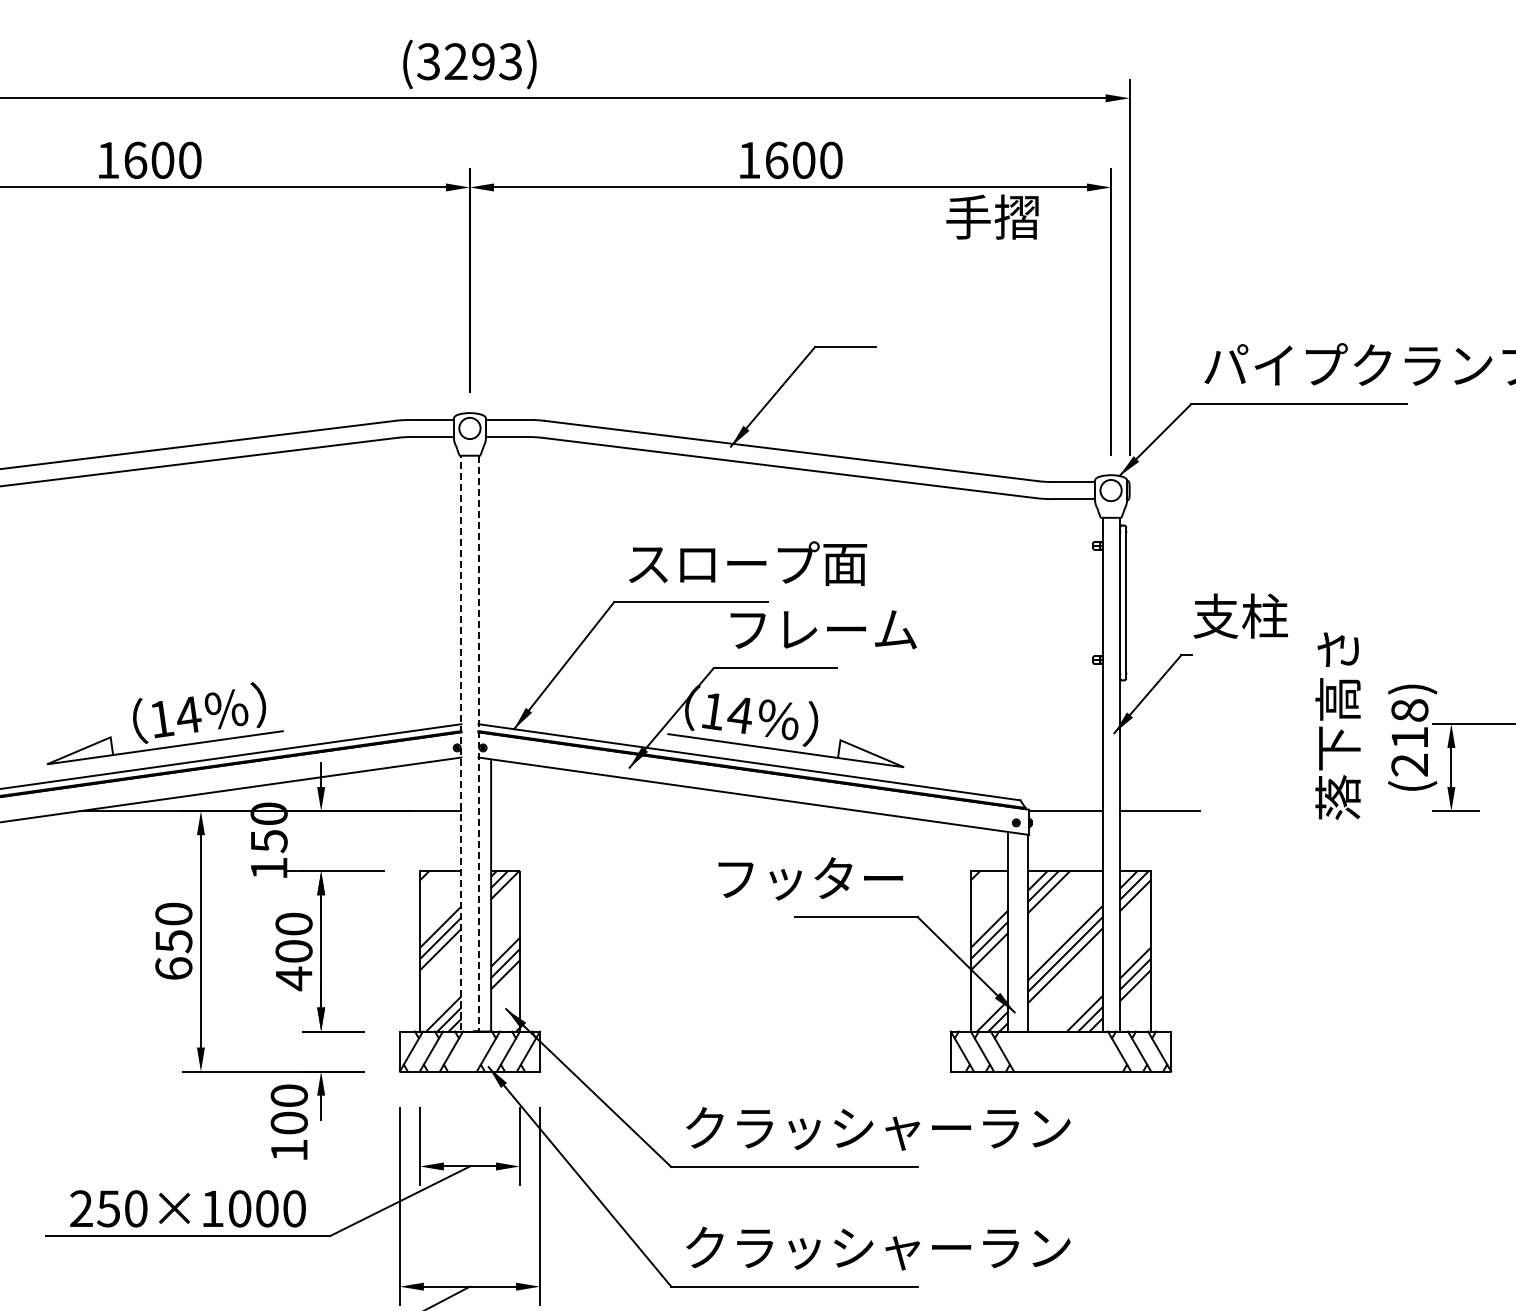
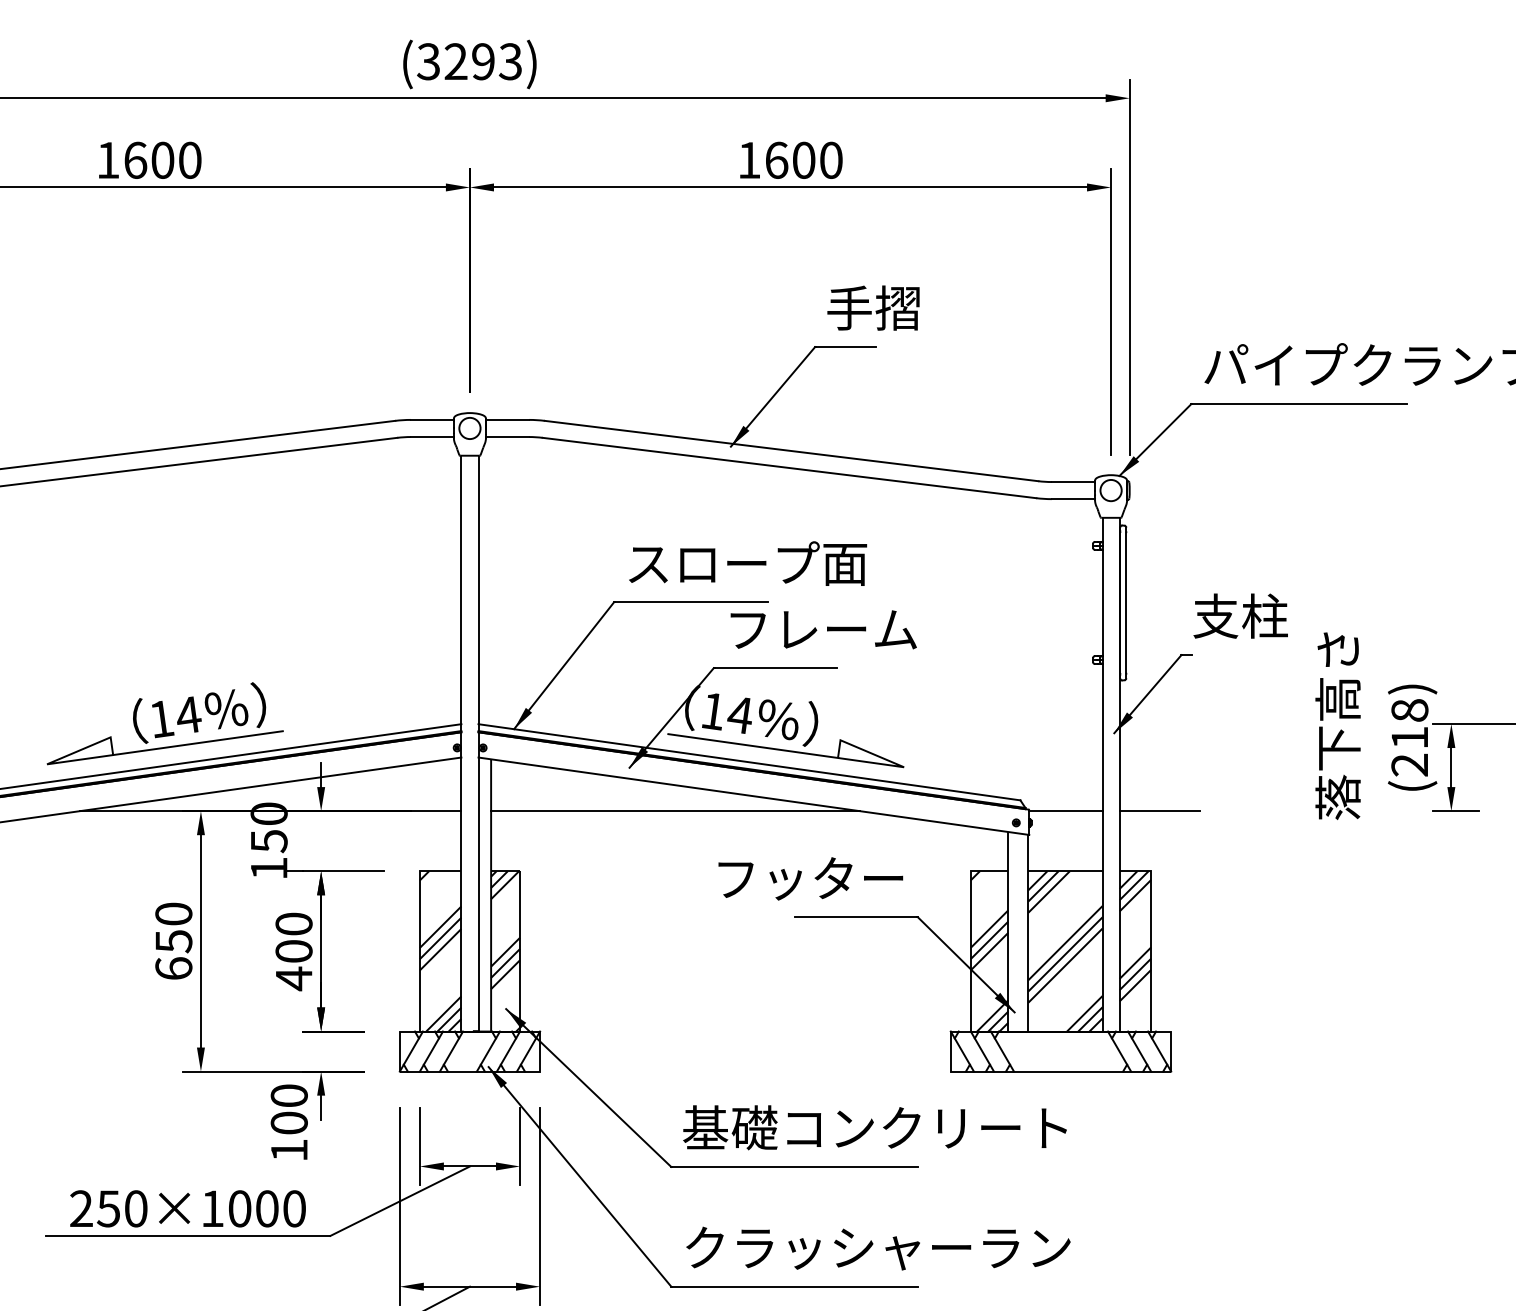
text at (992, 216) position: (992, 216) -> (873, 307)
line at (675, 811): none -> present
line at (469, 1031): dashed -> solid
text at (876, 1127): クラッシャーラン -> 基礎コンクリート
